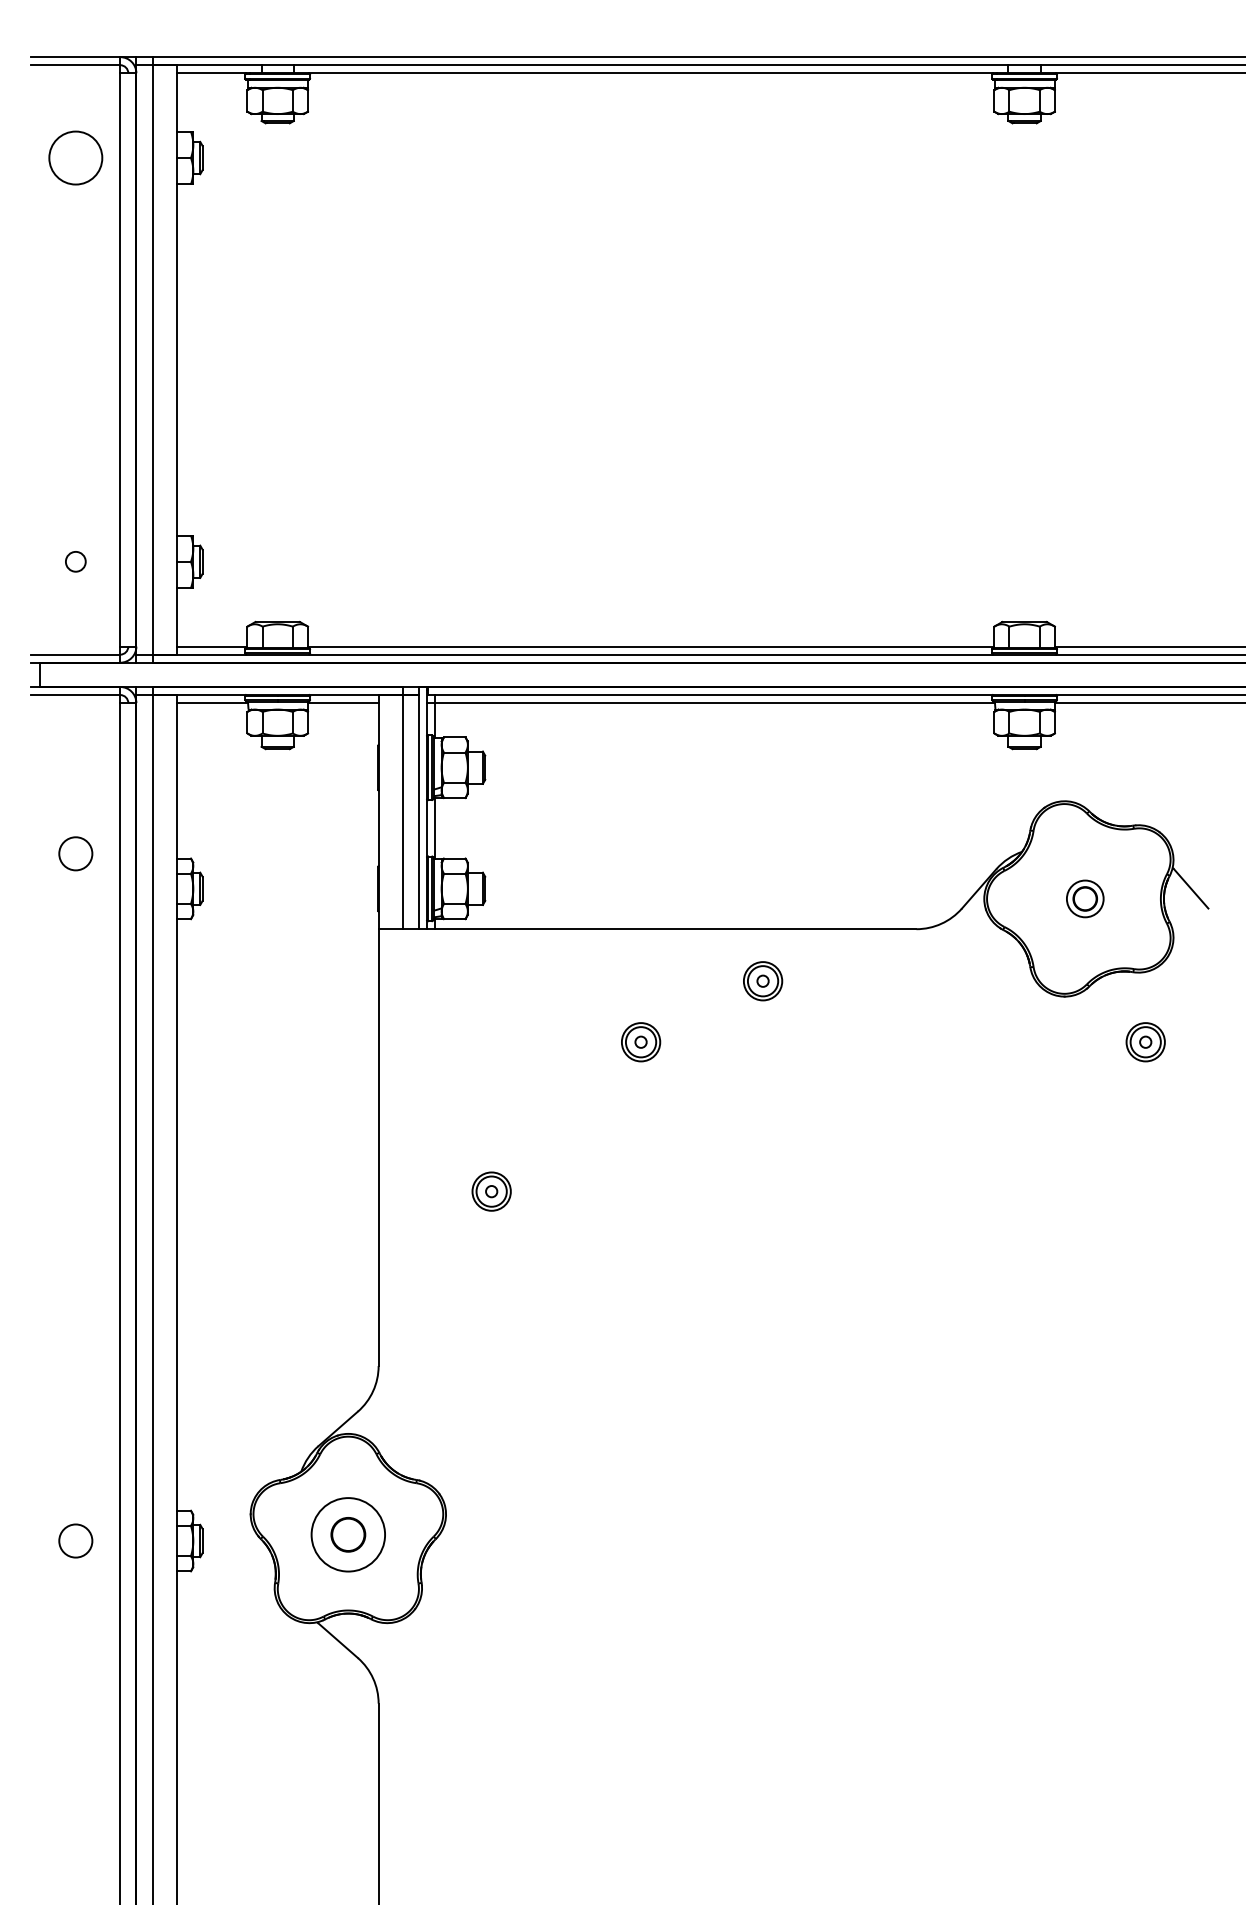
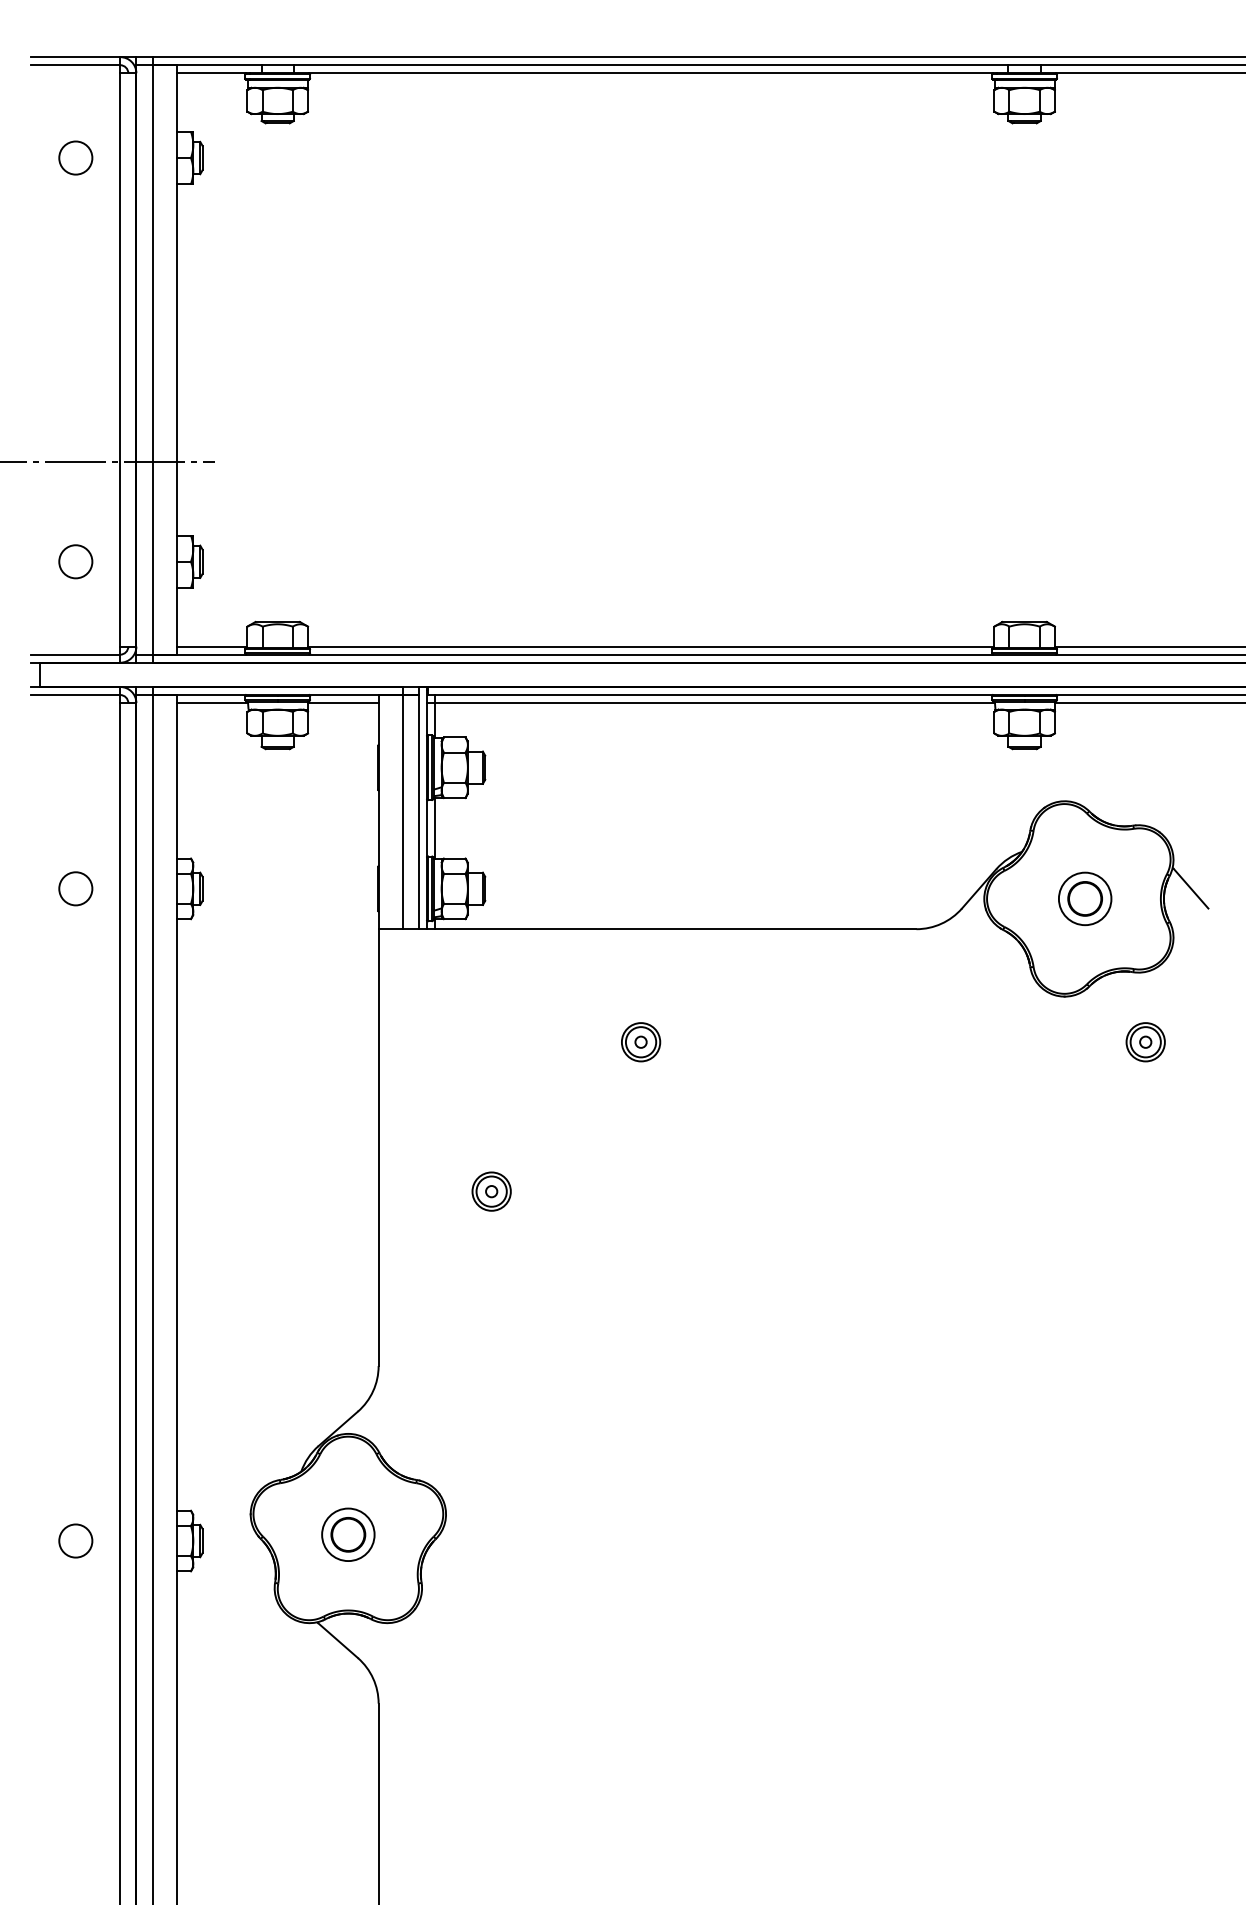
circle at (75, 157) diameter: 53 px -> 33 px
line at (108, 461): none -> present
circle at (75, 561) diameter: 20 px -> 33 px
circle at (75, 853) position: (75, 853) -> (75, 888)
part at (1085, 898) size: 39x40 px -> 55x56 px
part at (763, 981): present -> none
circle at (348, 1534) diameter: 73 px -> 52 px
